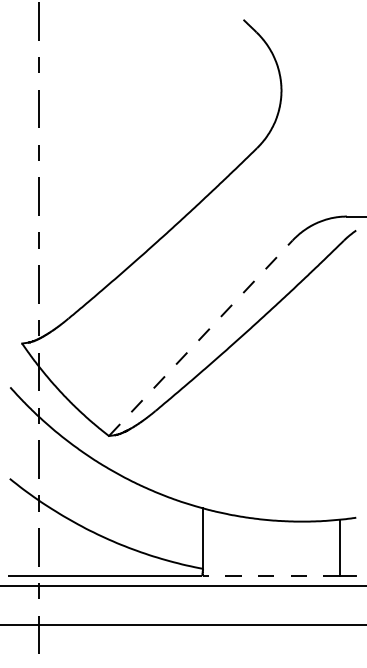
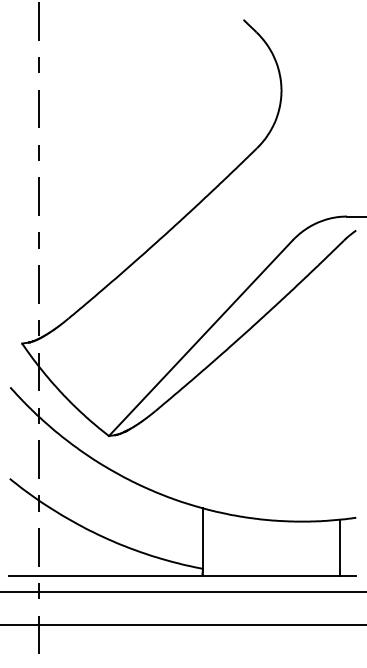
line at (201, 337): dashed -> solid
line at (271, 575): dashed -> solid
line at (182, 586) position: (182, 586) -> (182, 592)
